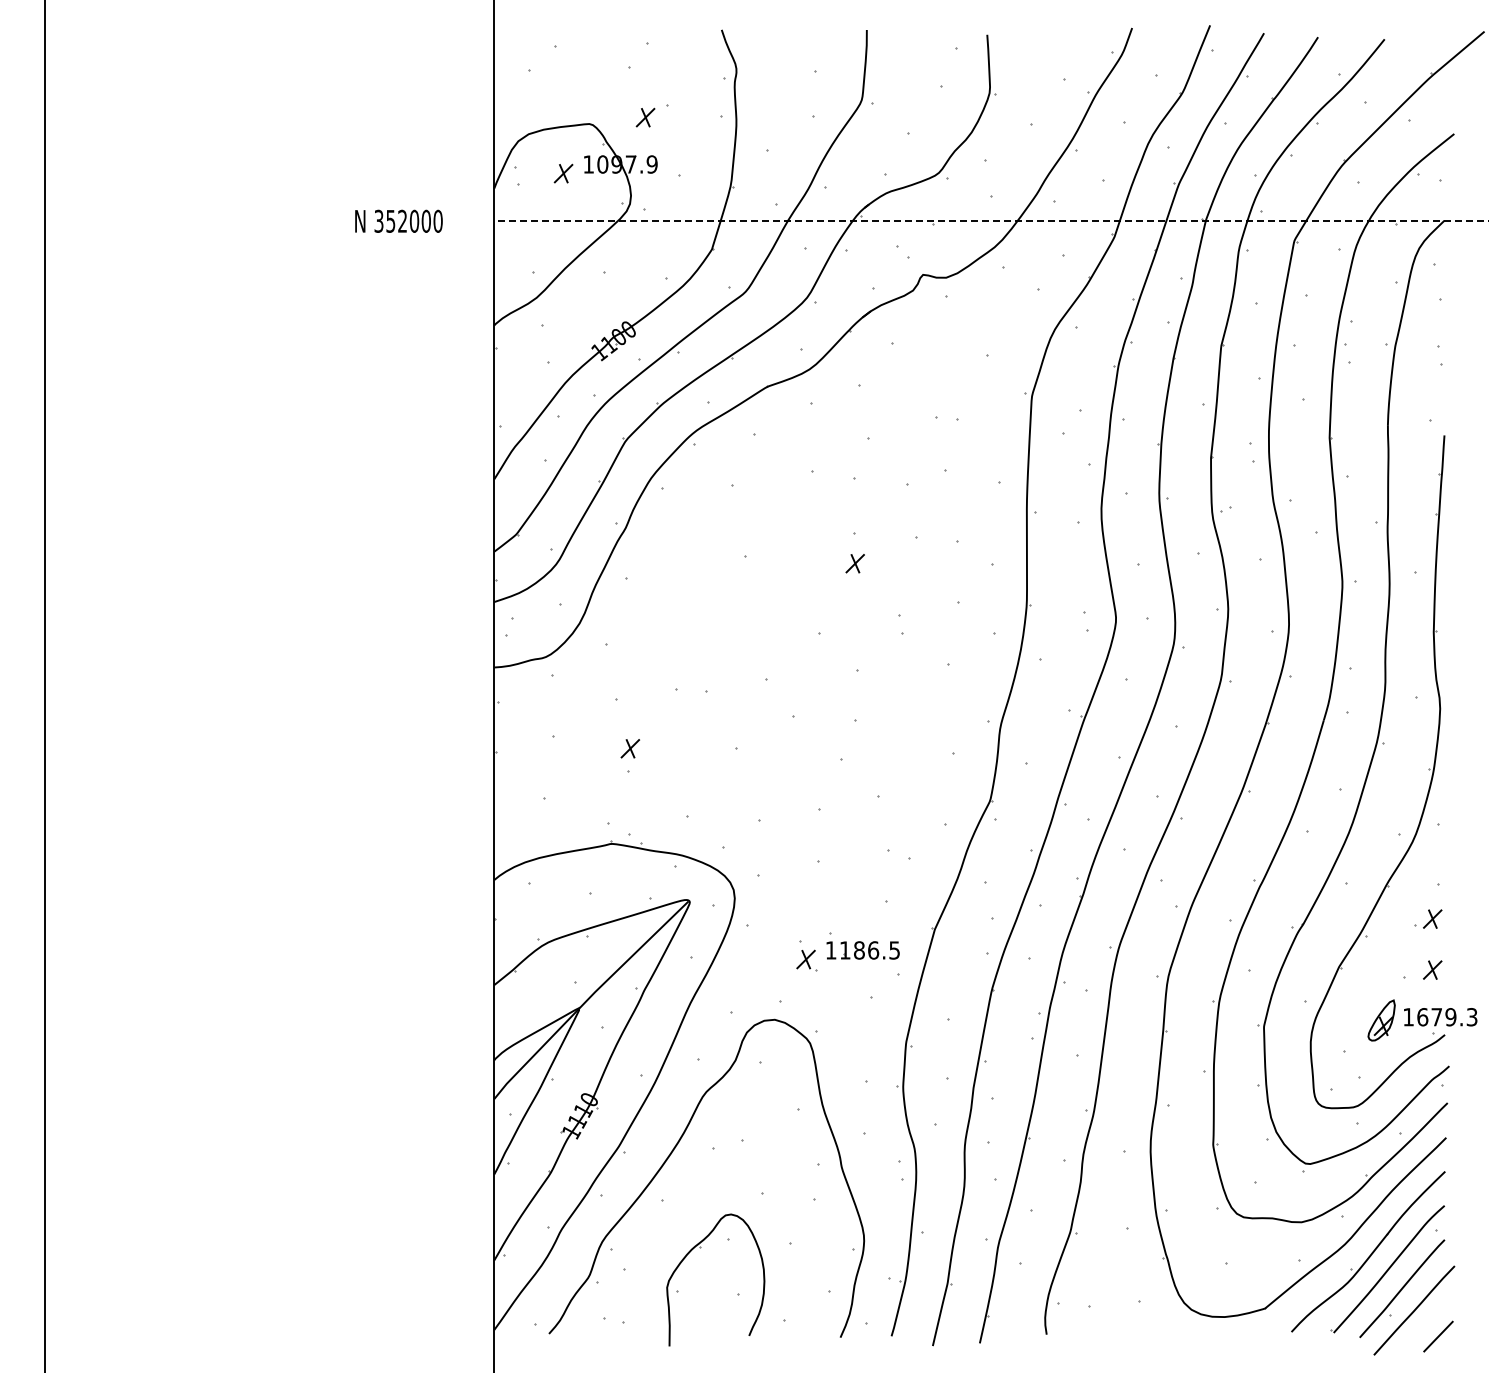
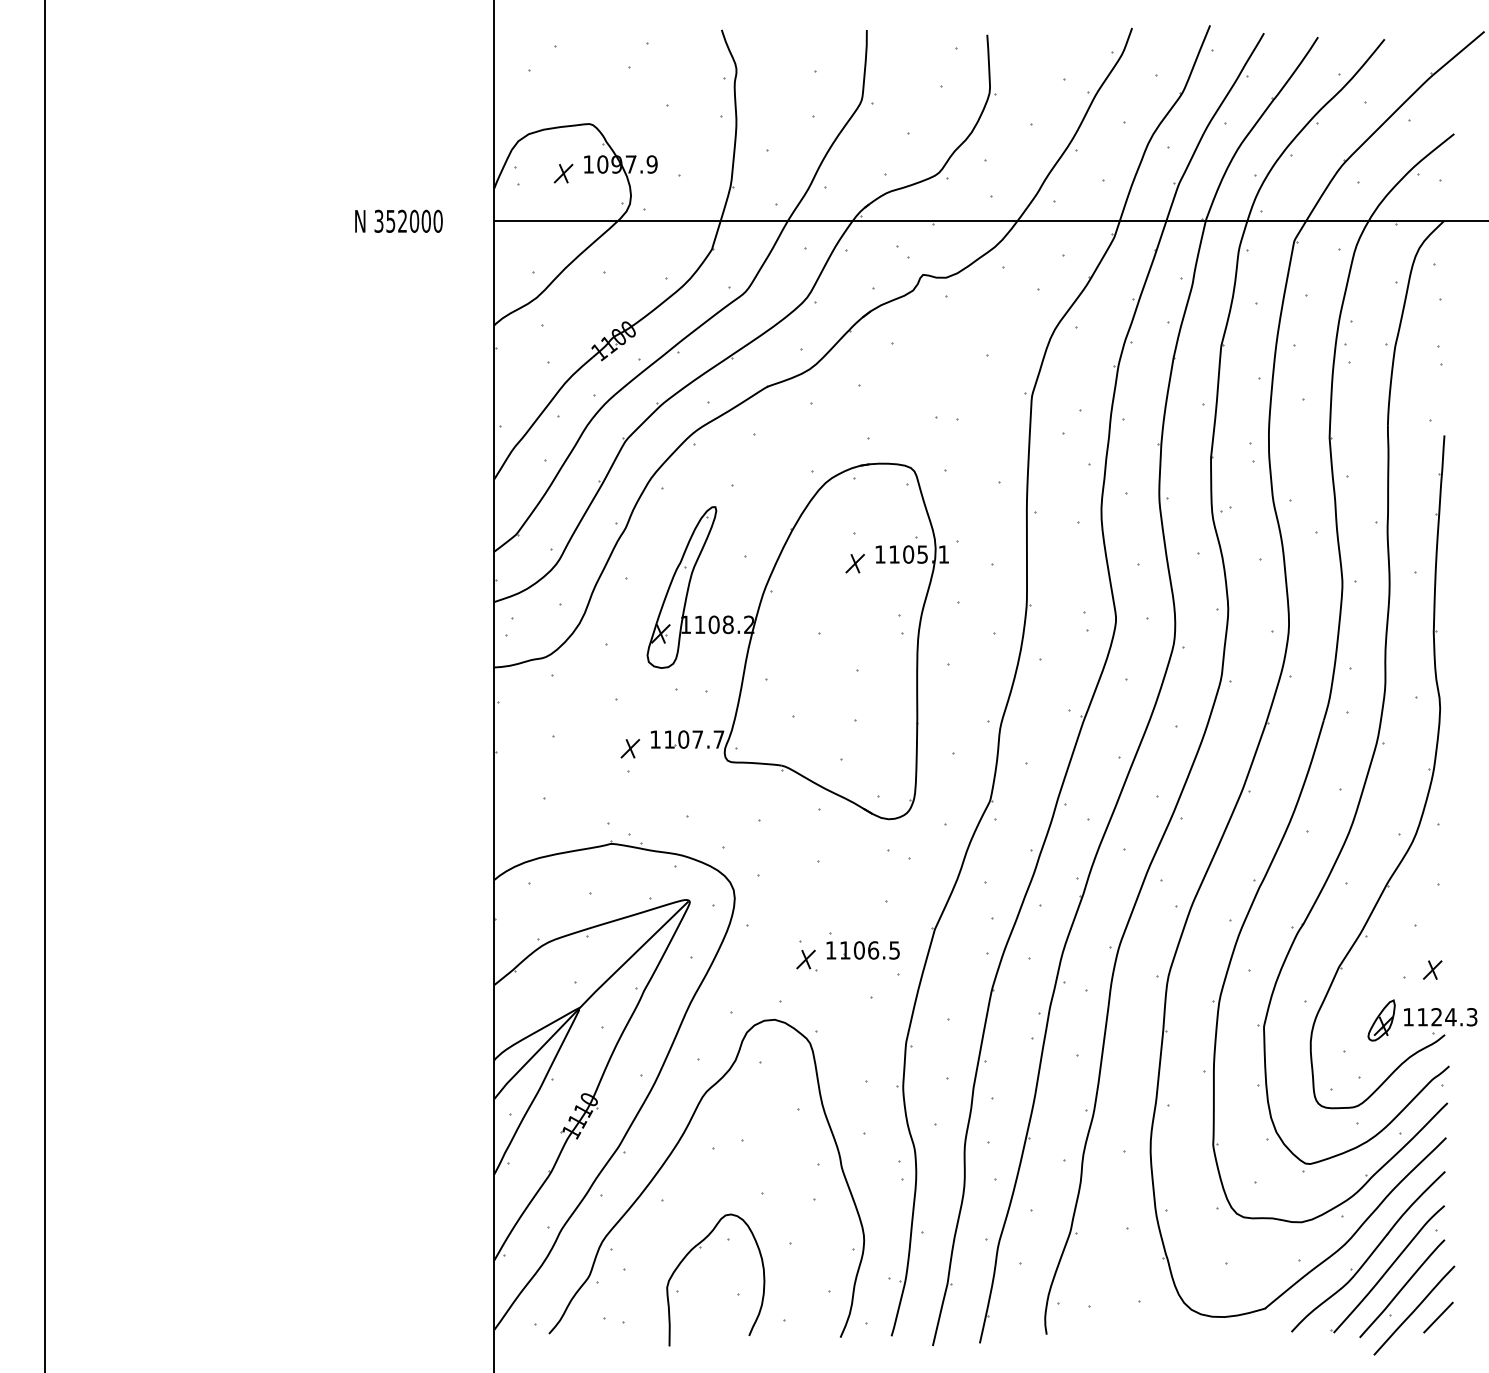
part at (645, 117): present -> none
line at (991, 221): dashed -> solid
part at (797, 641): none -> present
part at (1432, 918): present -> none
text at (858, 950): 1186.5 -> 1106.5
text at (1436, 1017): 1679.3 -> 1124.3
line at (1438, 1336) position: (1438, 1336) -> (1438, 1317)
